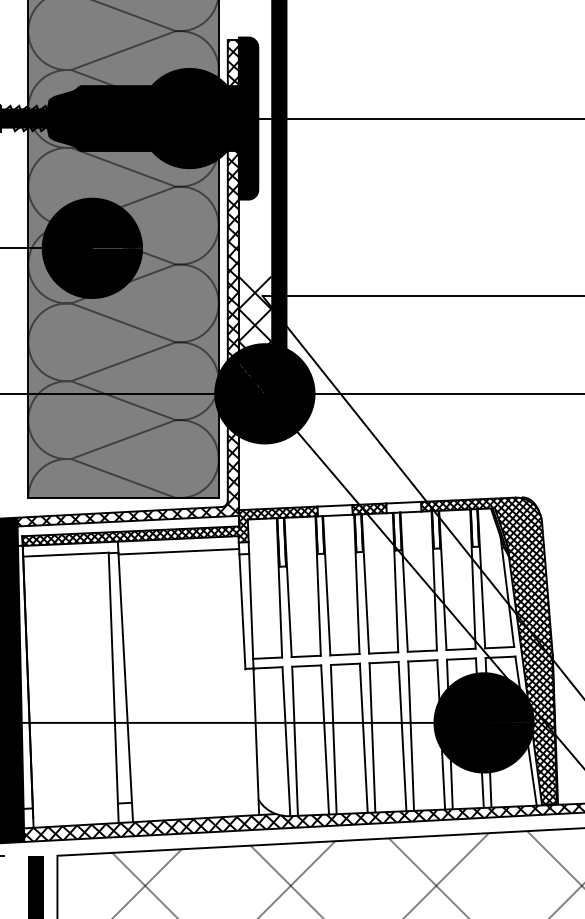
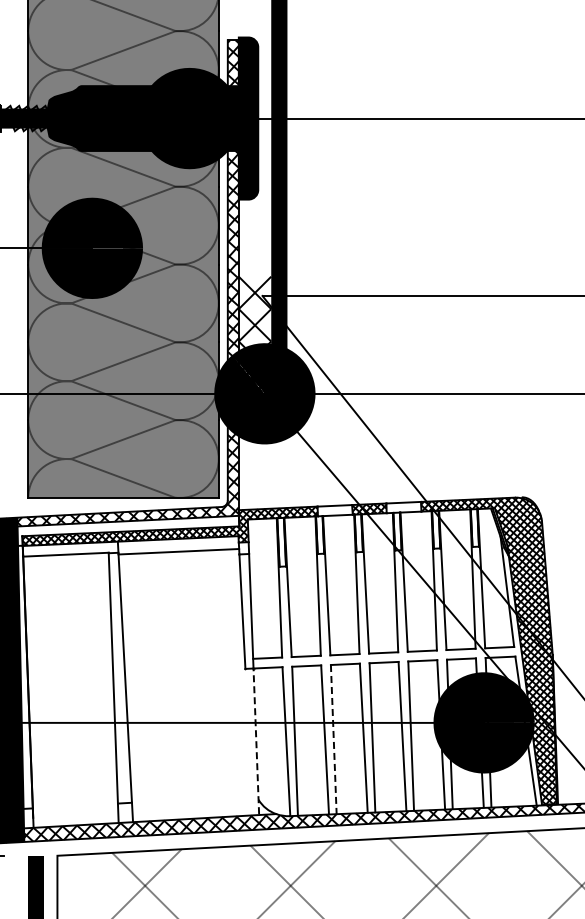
line at (333, 739): solid -> dashed
line at (256, 741): solid -> dashed
